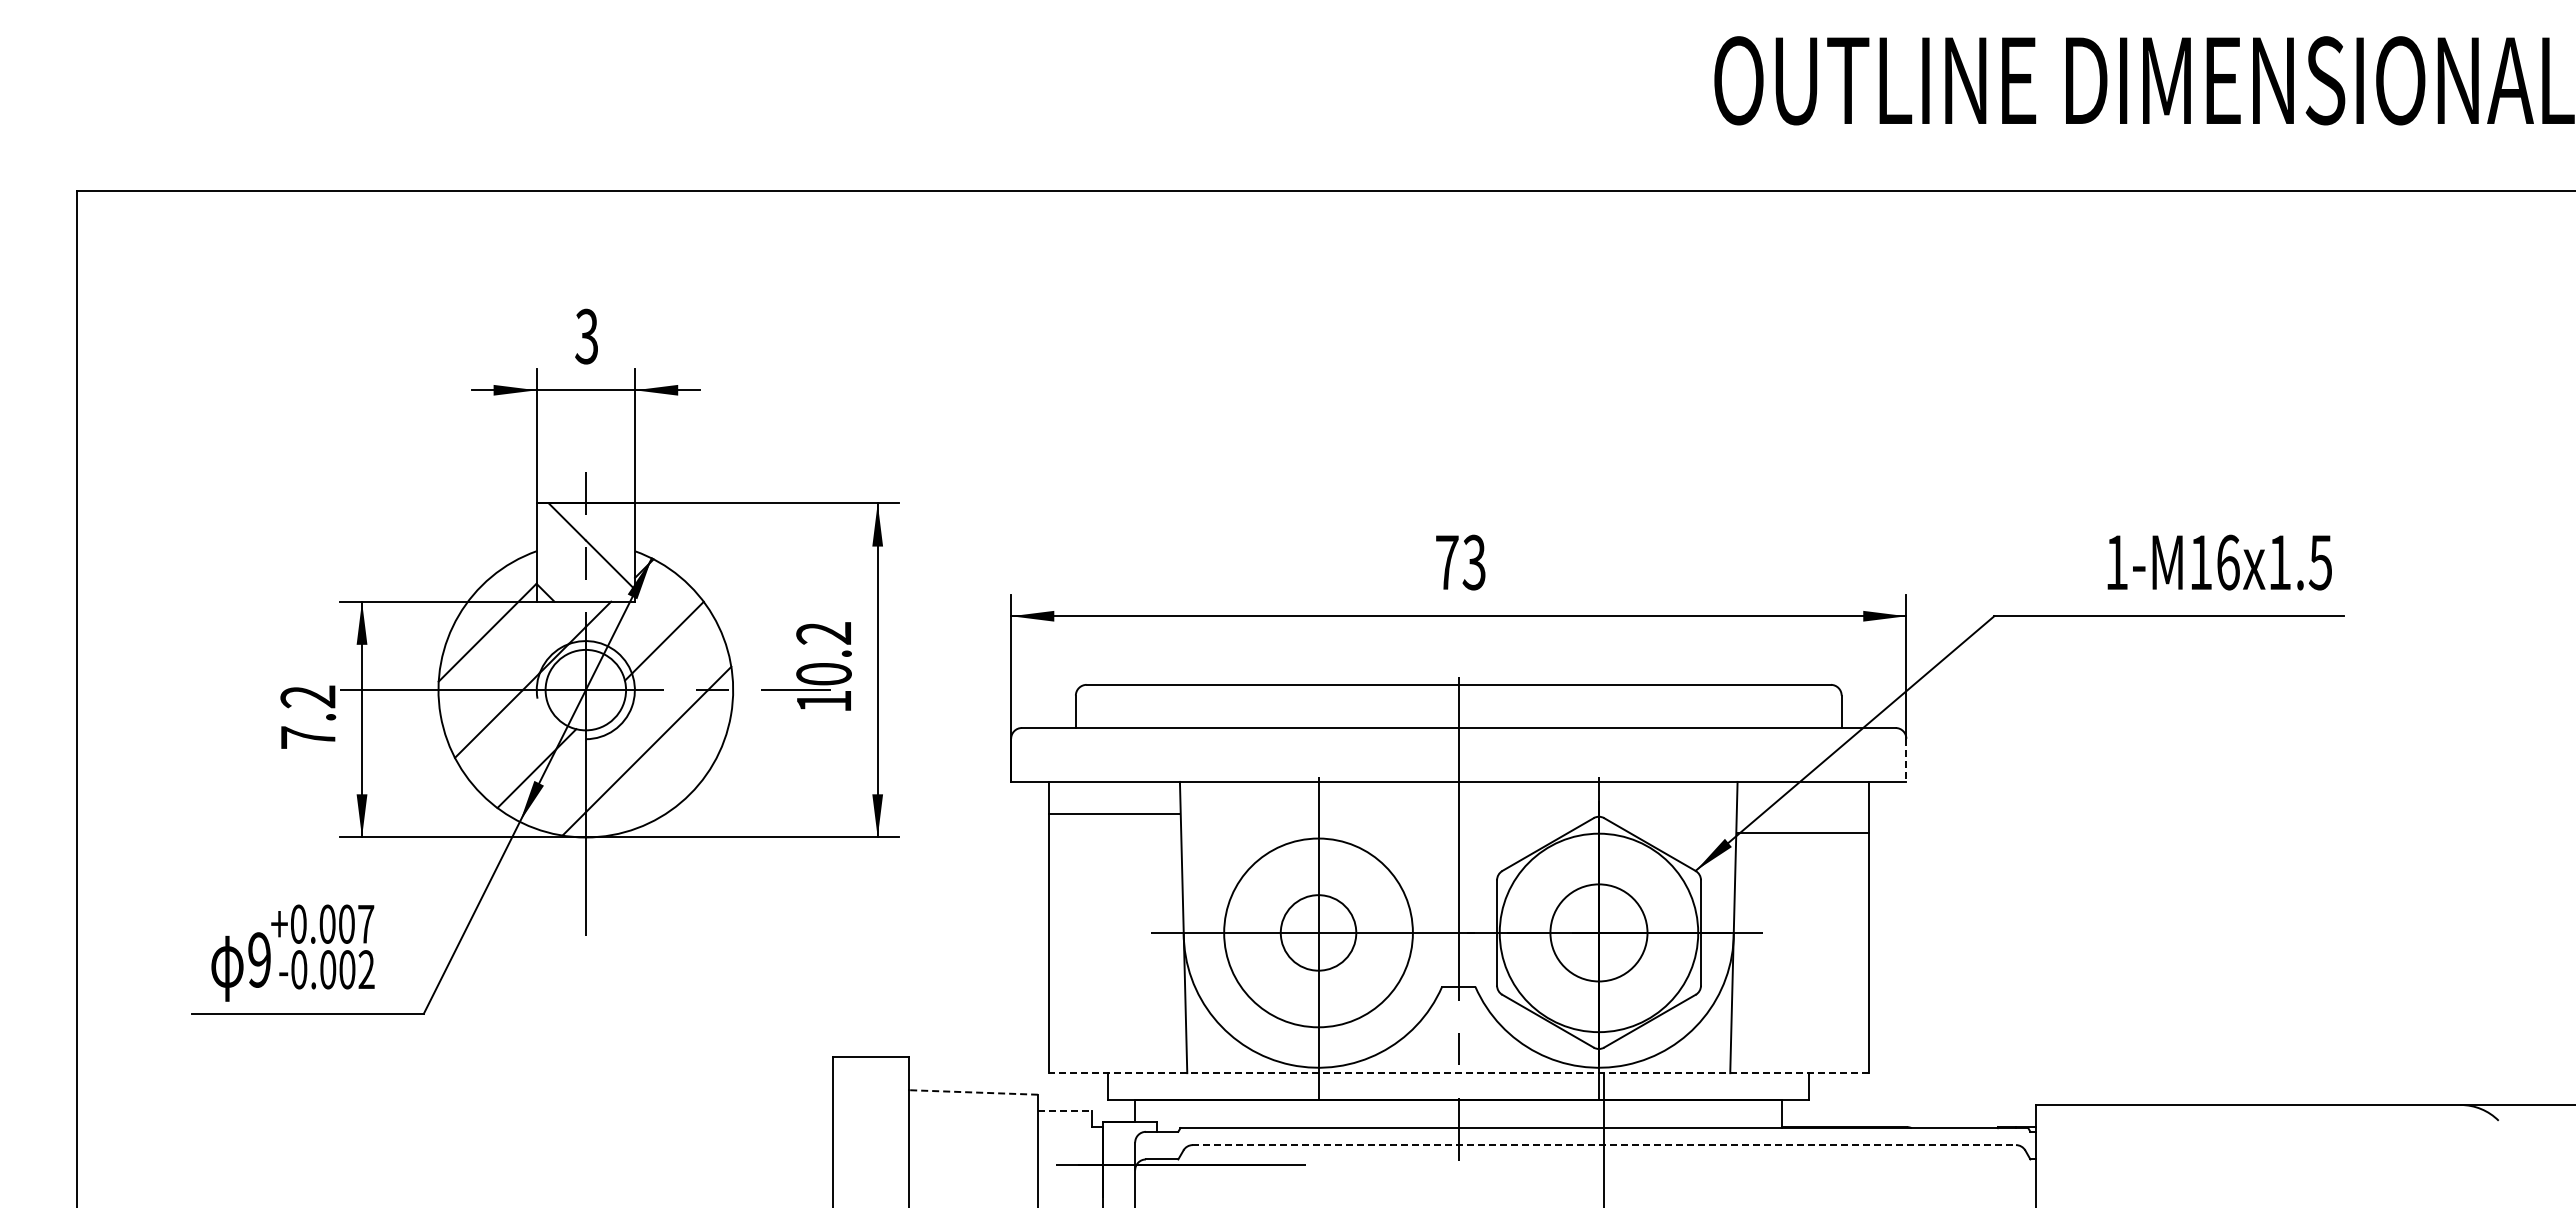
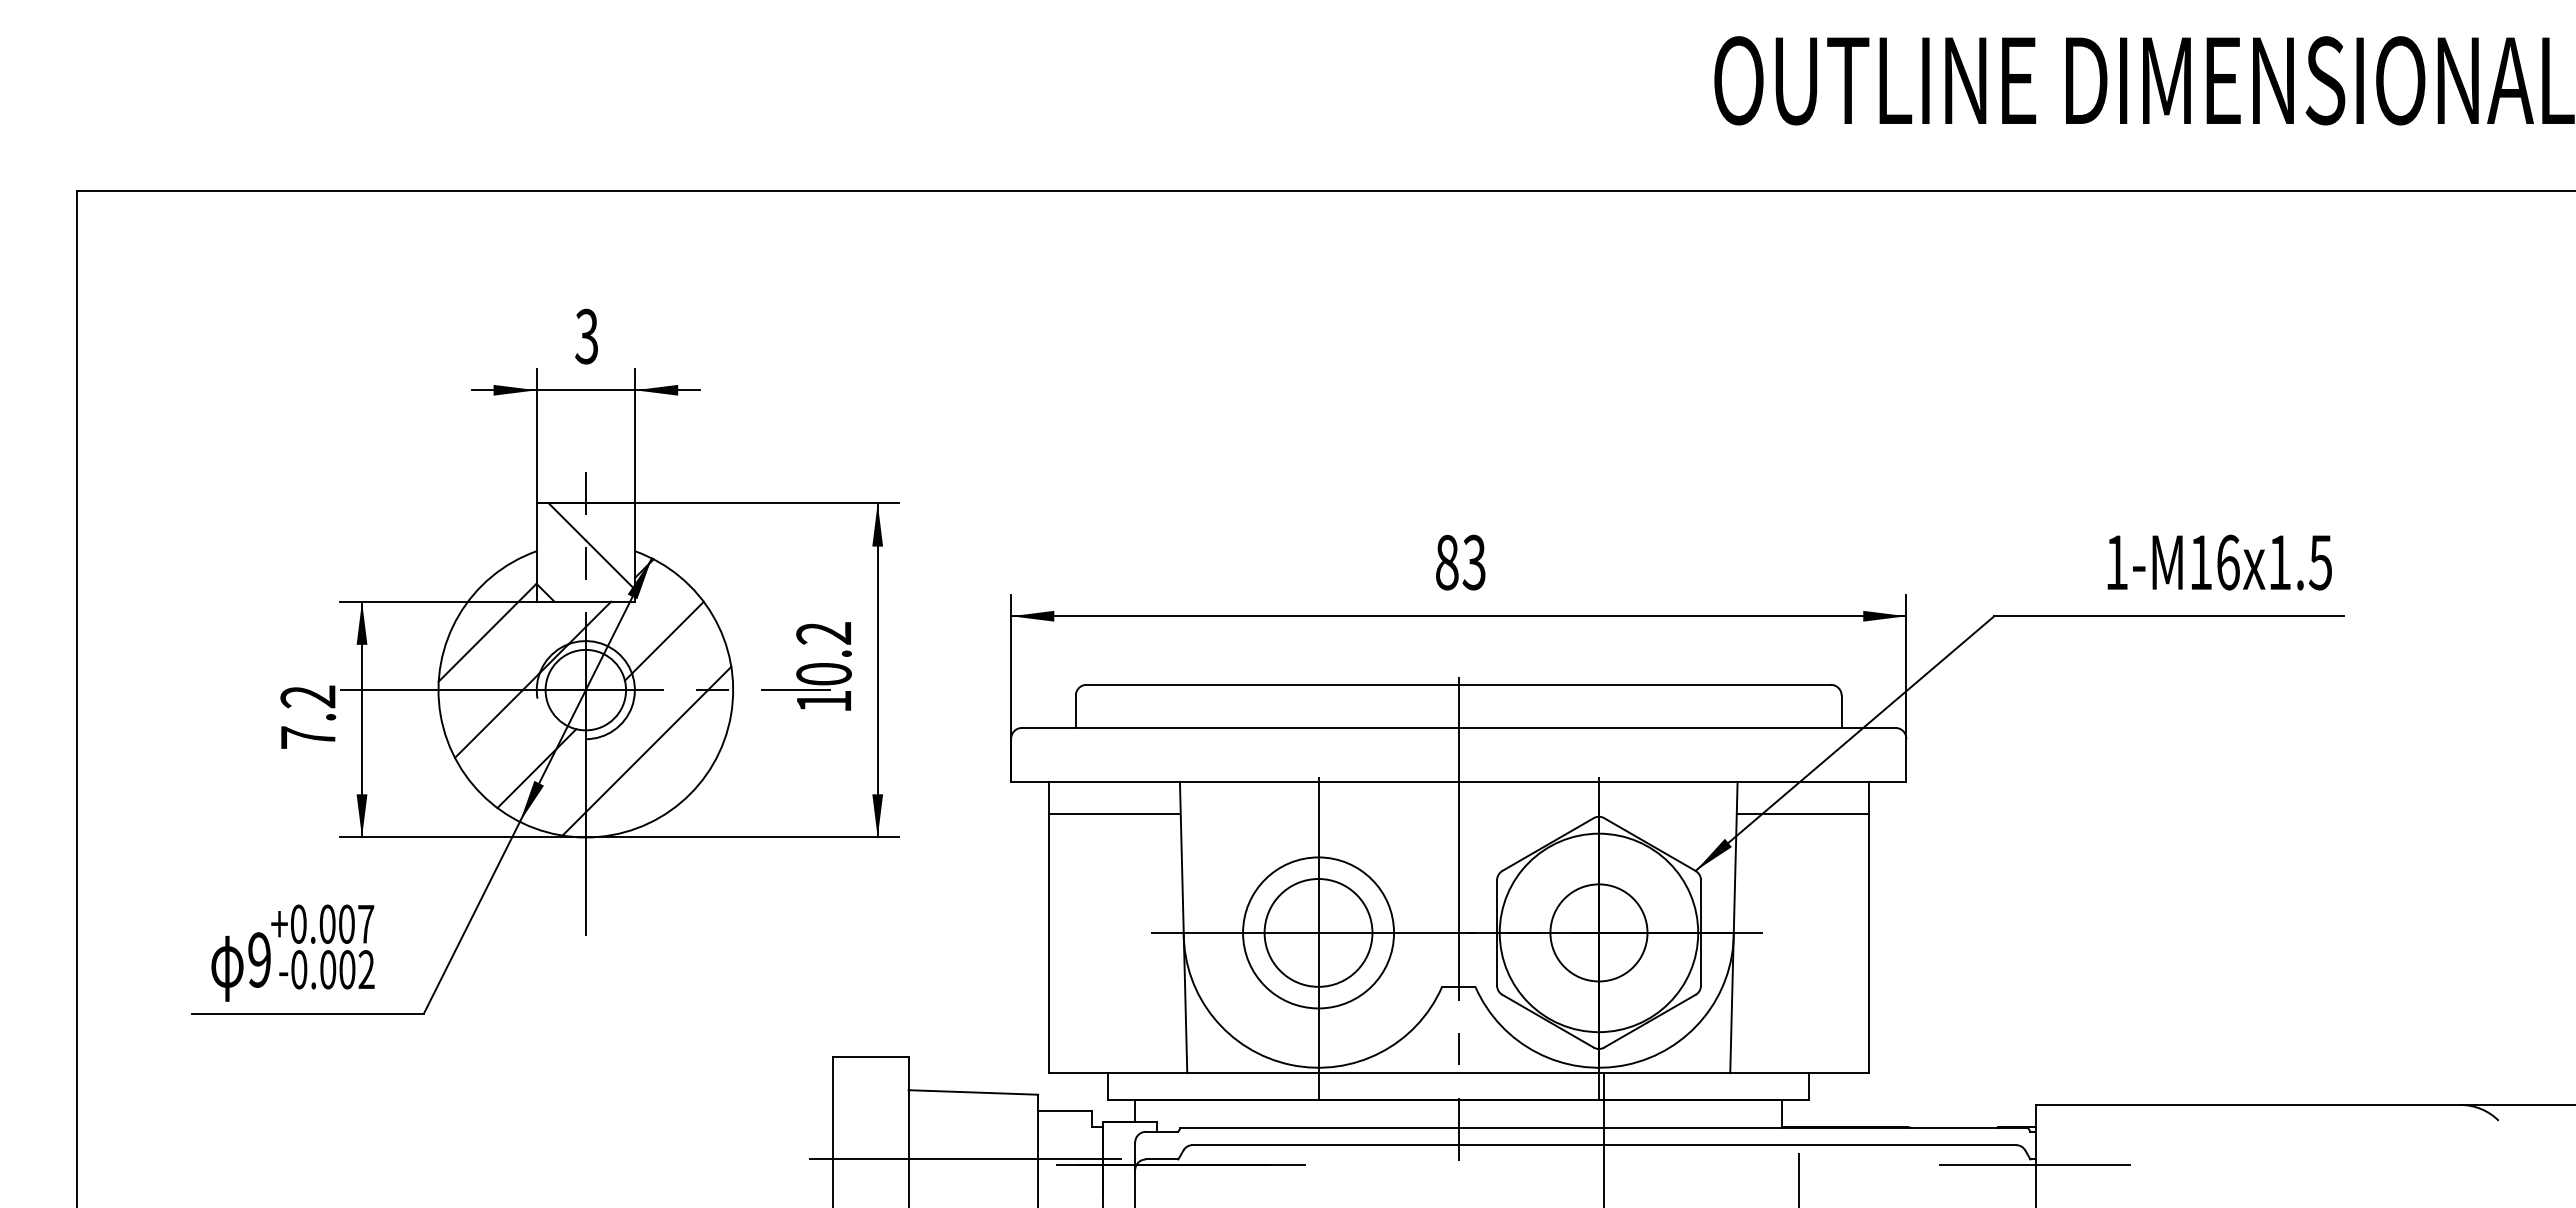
text at (1447, 562): 73 -> 83
line at (1906, 760): dashed -> solid
line at (1802, 833) position: (1802, 833) -> (1802, 814)
circle at (1318, 932) diameter: 189 px -> 151 px
circle at (1318, 932) diameter: 76 px -> 108 px
line at (1458, 1073): dashed -> solid
line at (973, 1092): dashed -> solid
line at (1065, 1110): dashed -> solid
line at (1604, 1145): dashed -> solid
line at (965, 1159): none -> present
line at (2034, 1164): none -> present
line at (1798, 1178): none -> present
